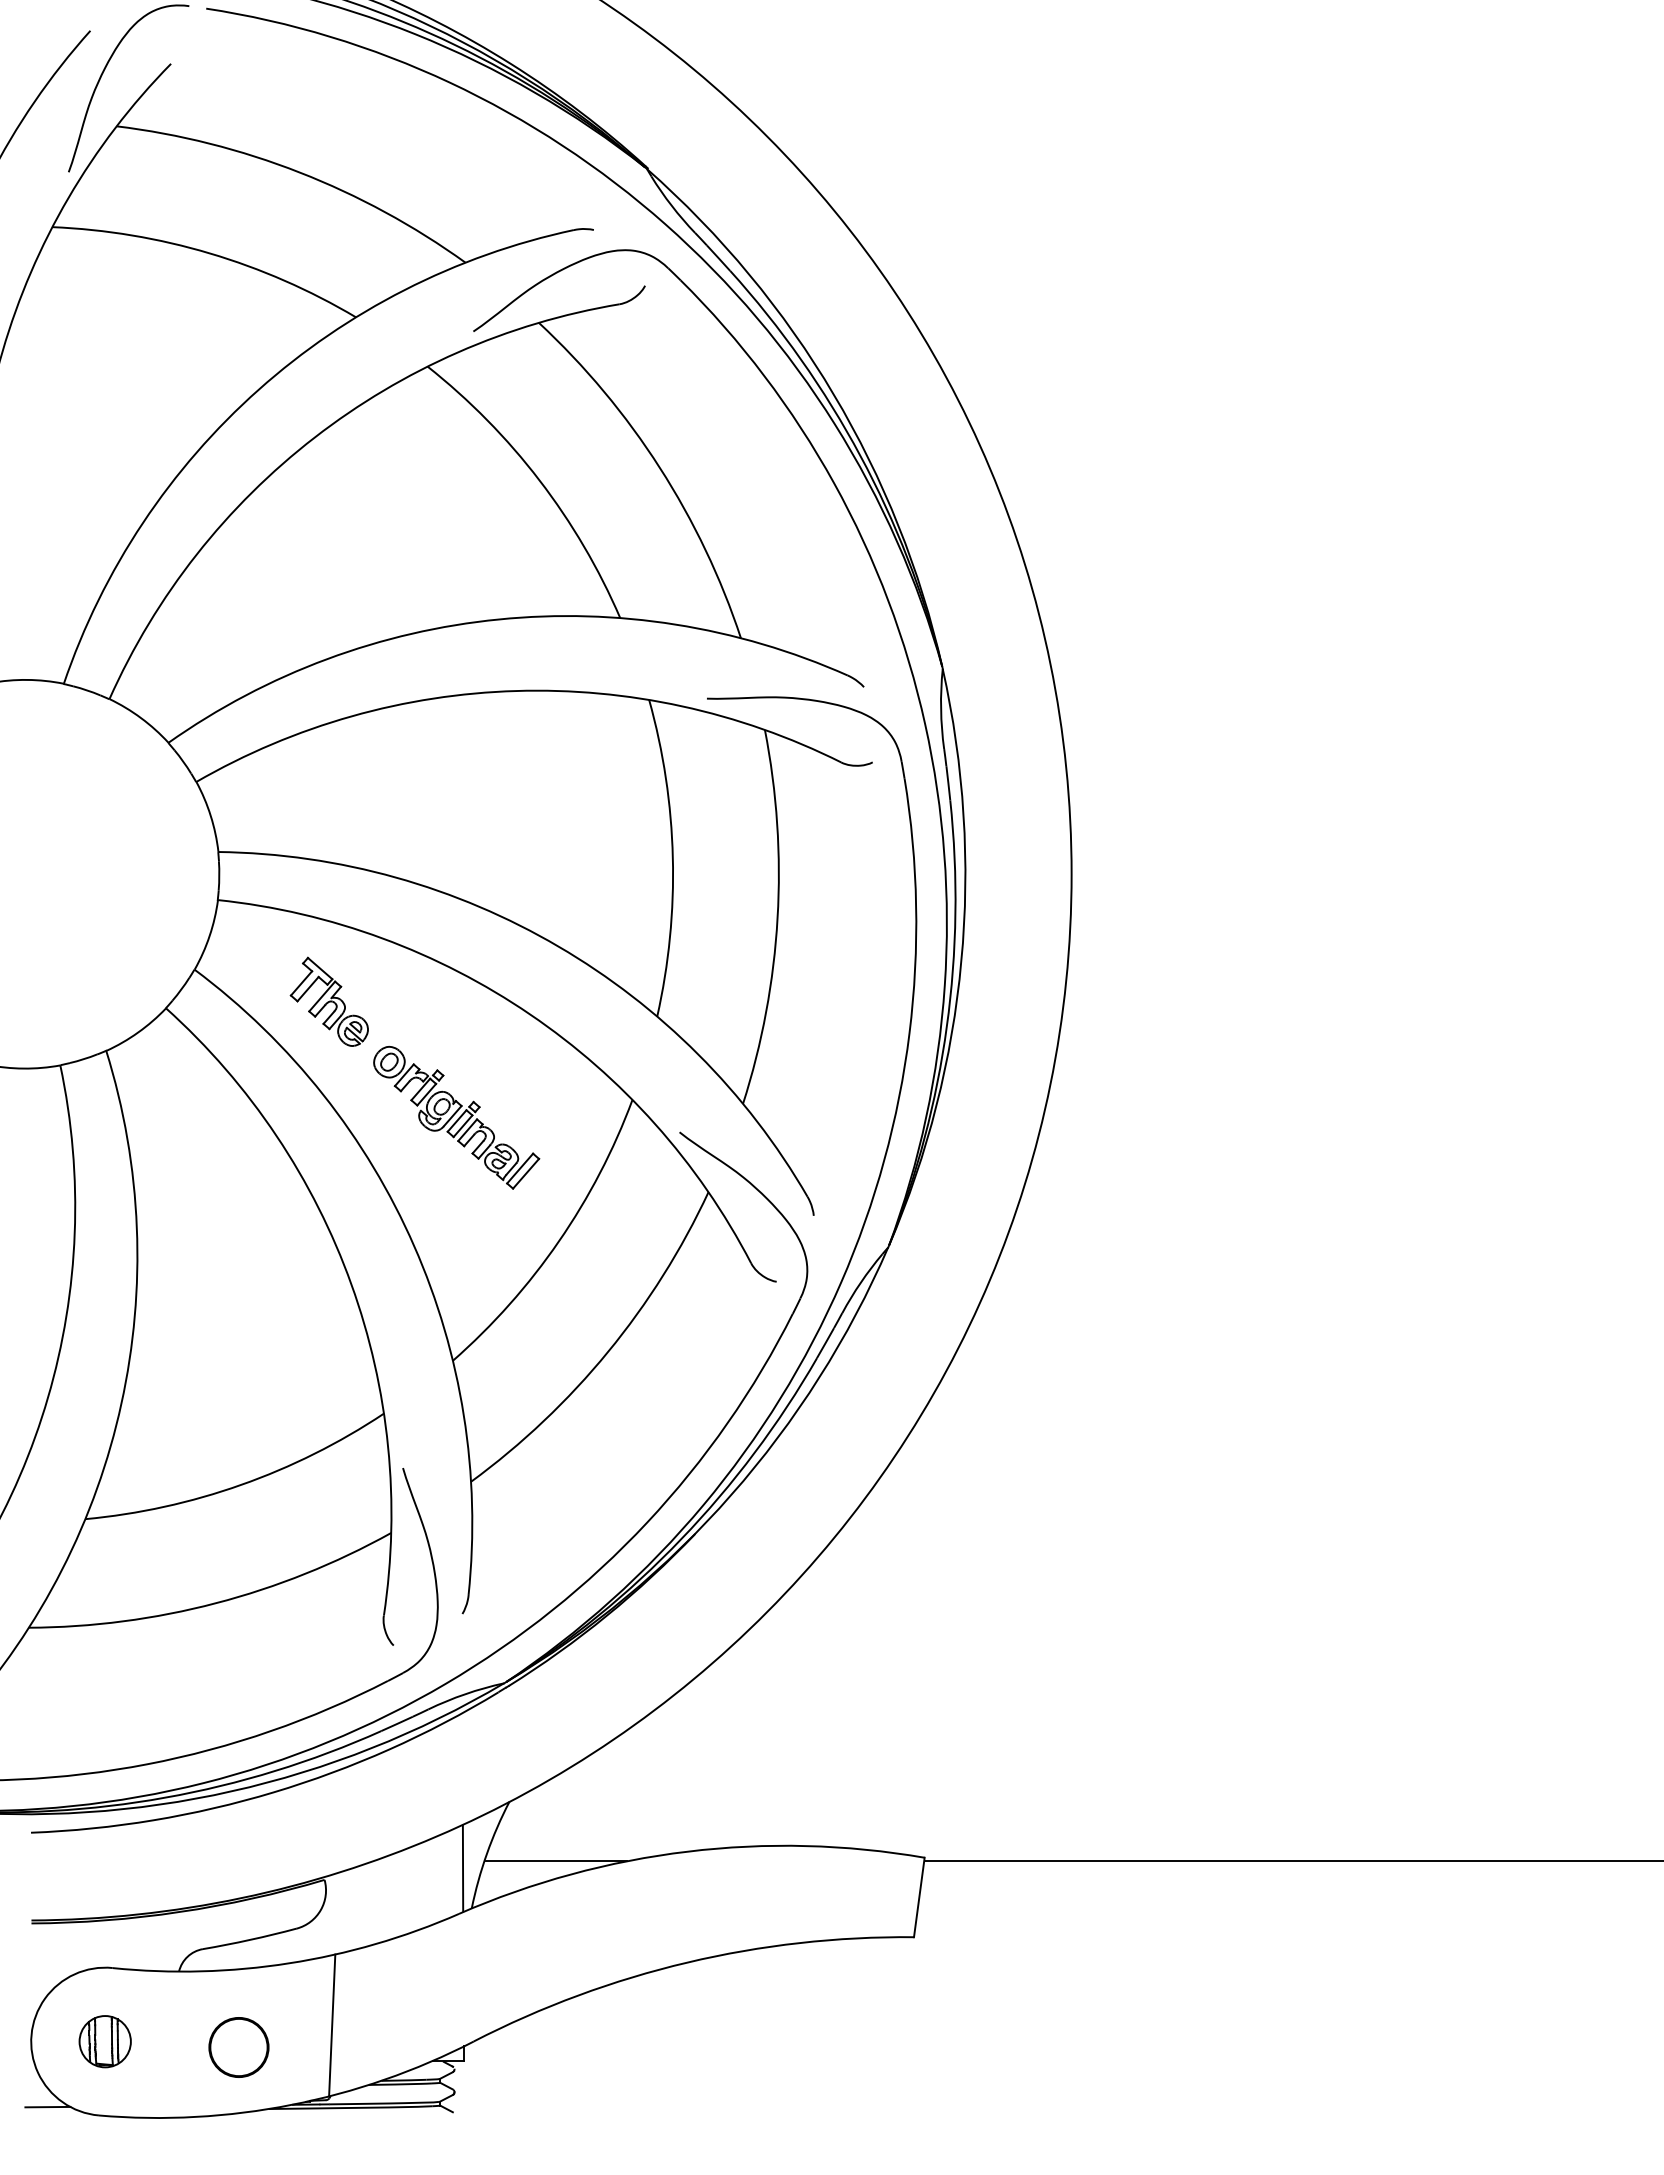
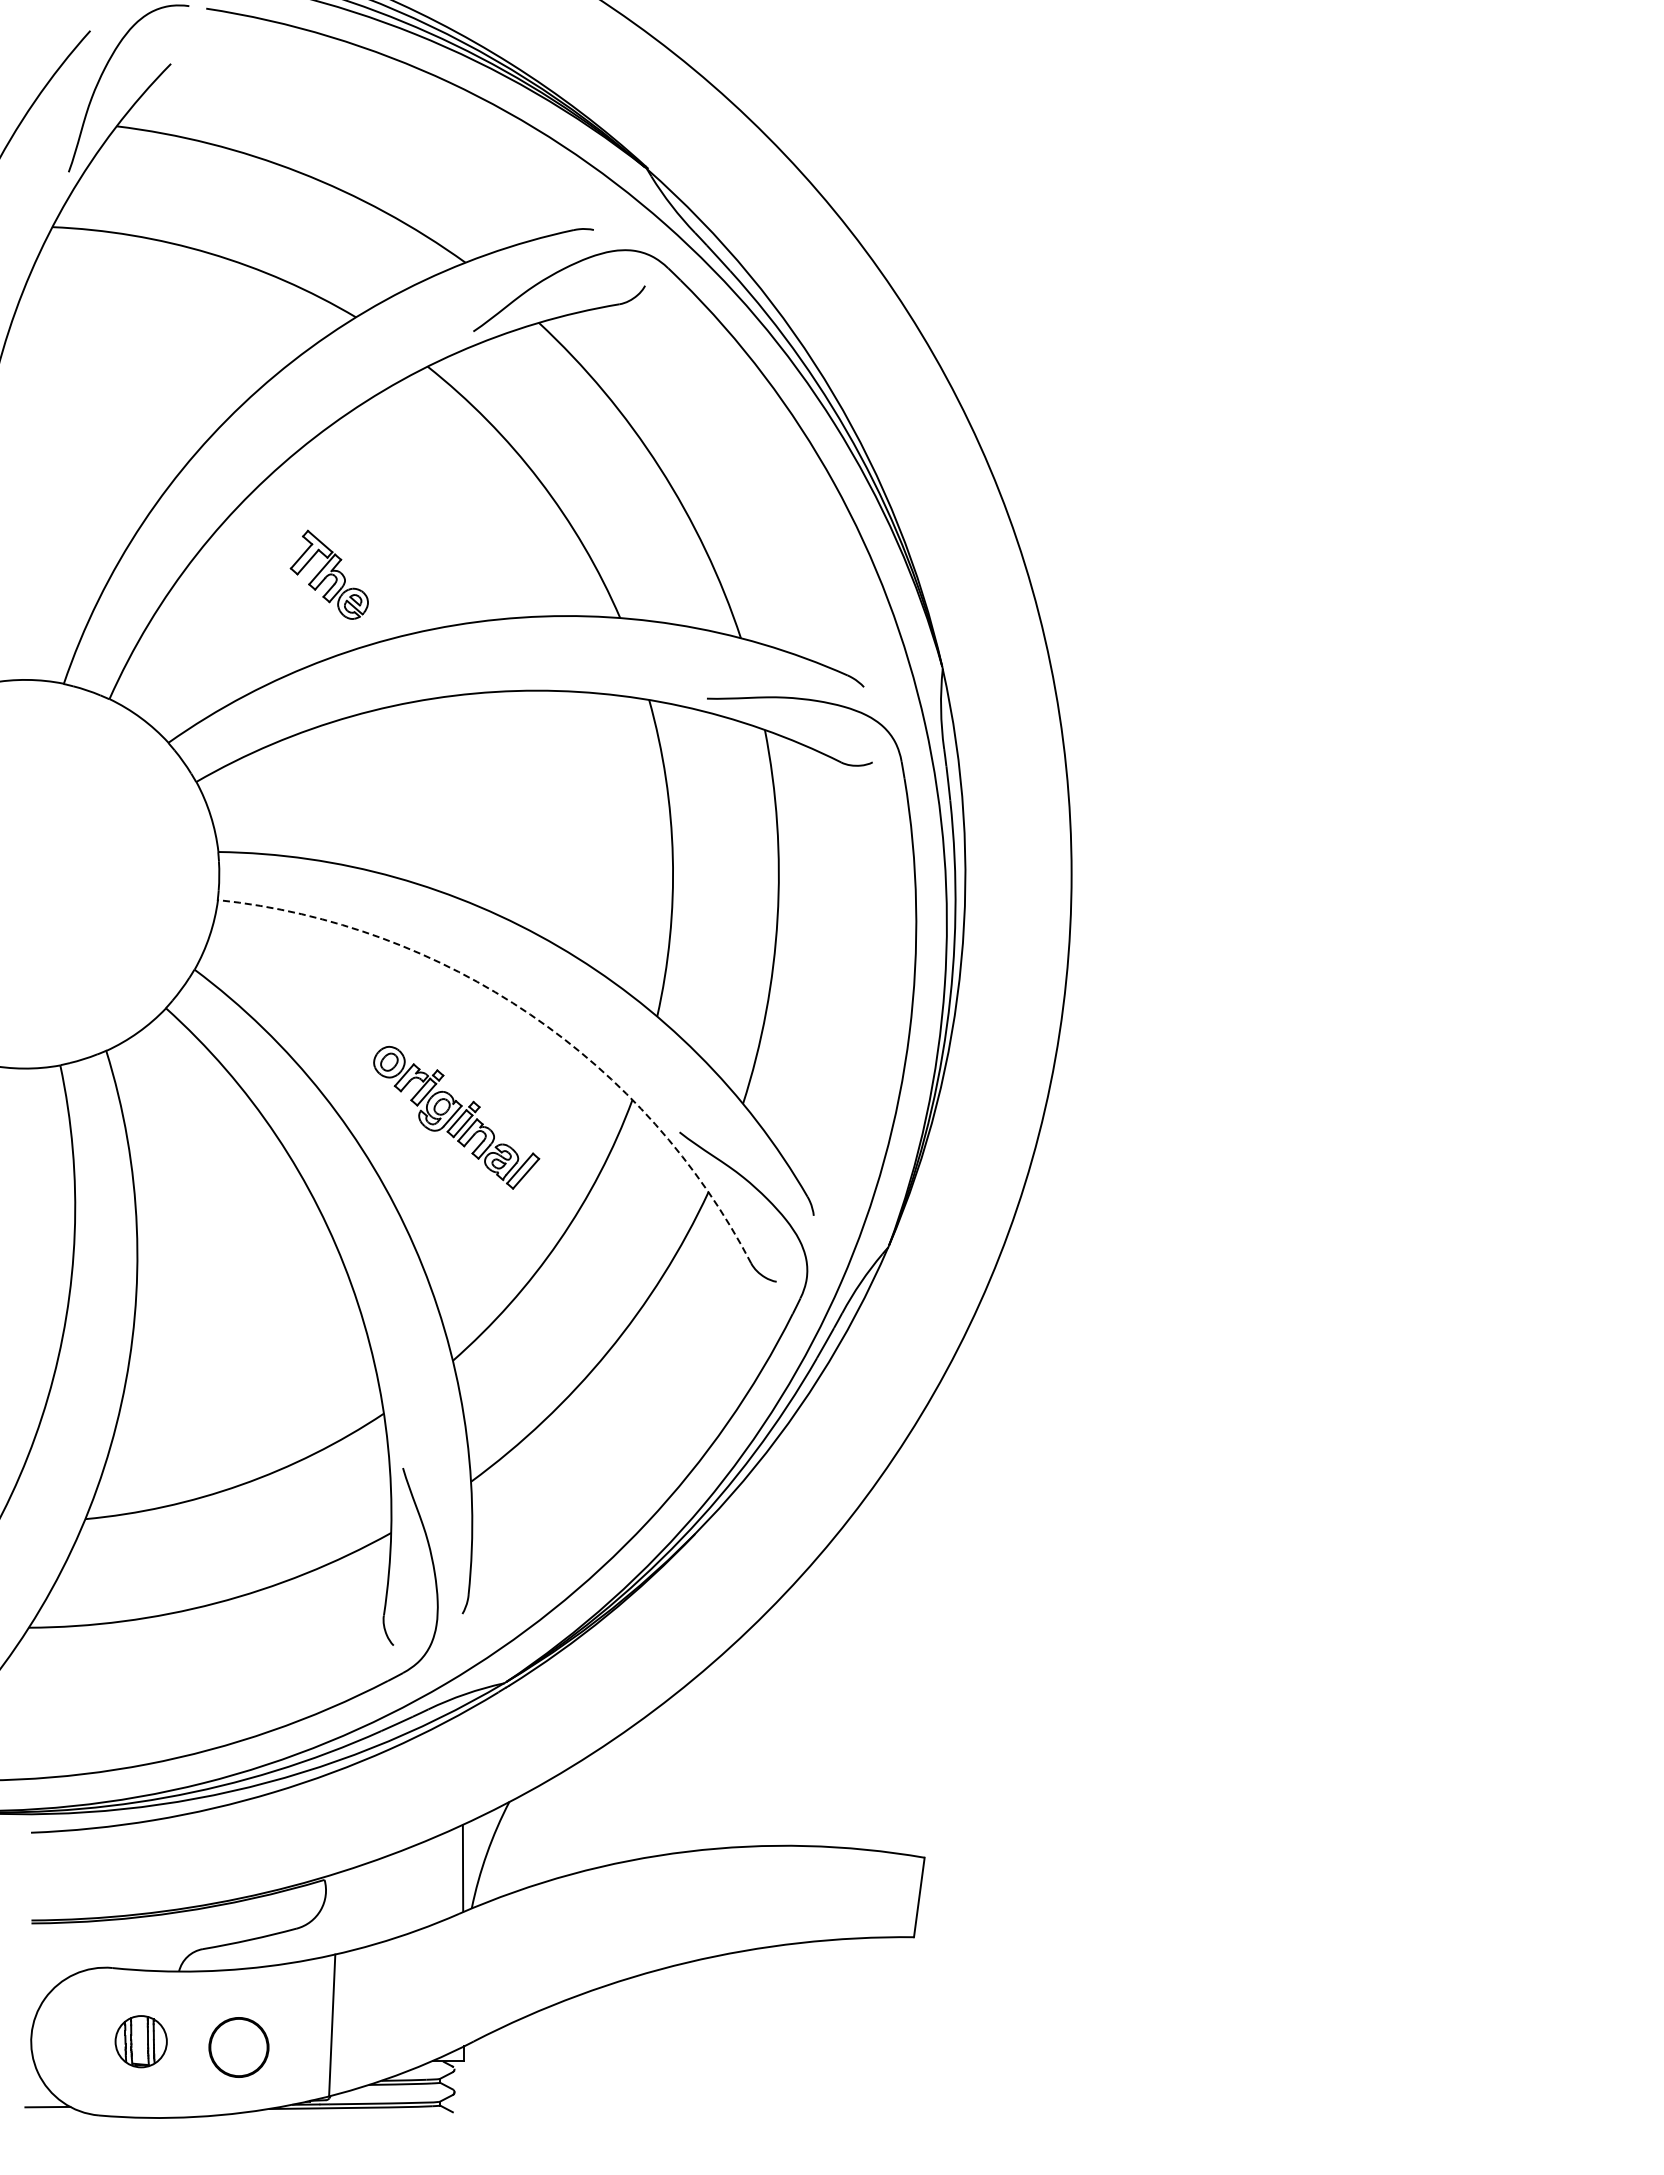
part at (328, 1001) position: (328, 1001) -> (328, 574)
arc at (530, 1014): solid -> dashed
line at (556, 1861): present -> none
line at (1292, 1861): present -> none
part at (104, 2041) position: (104, 2041) -> (140, 2041)
